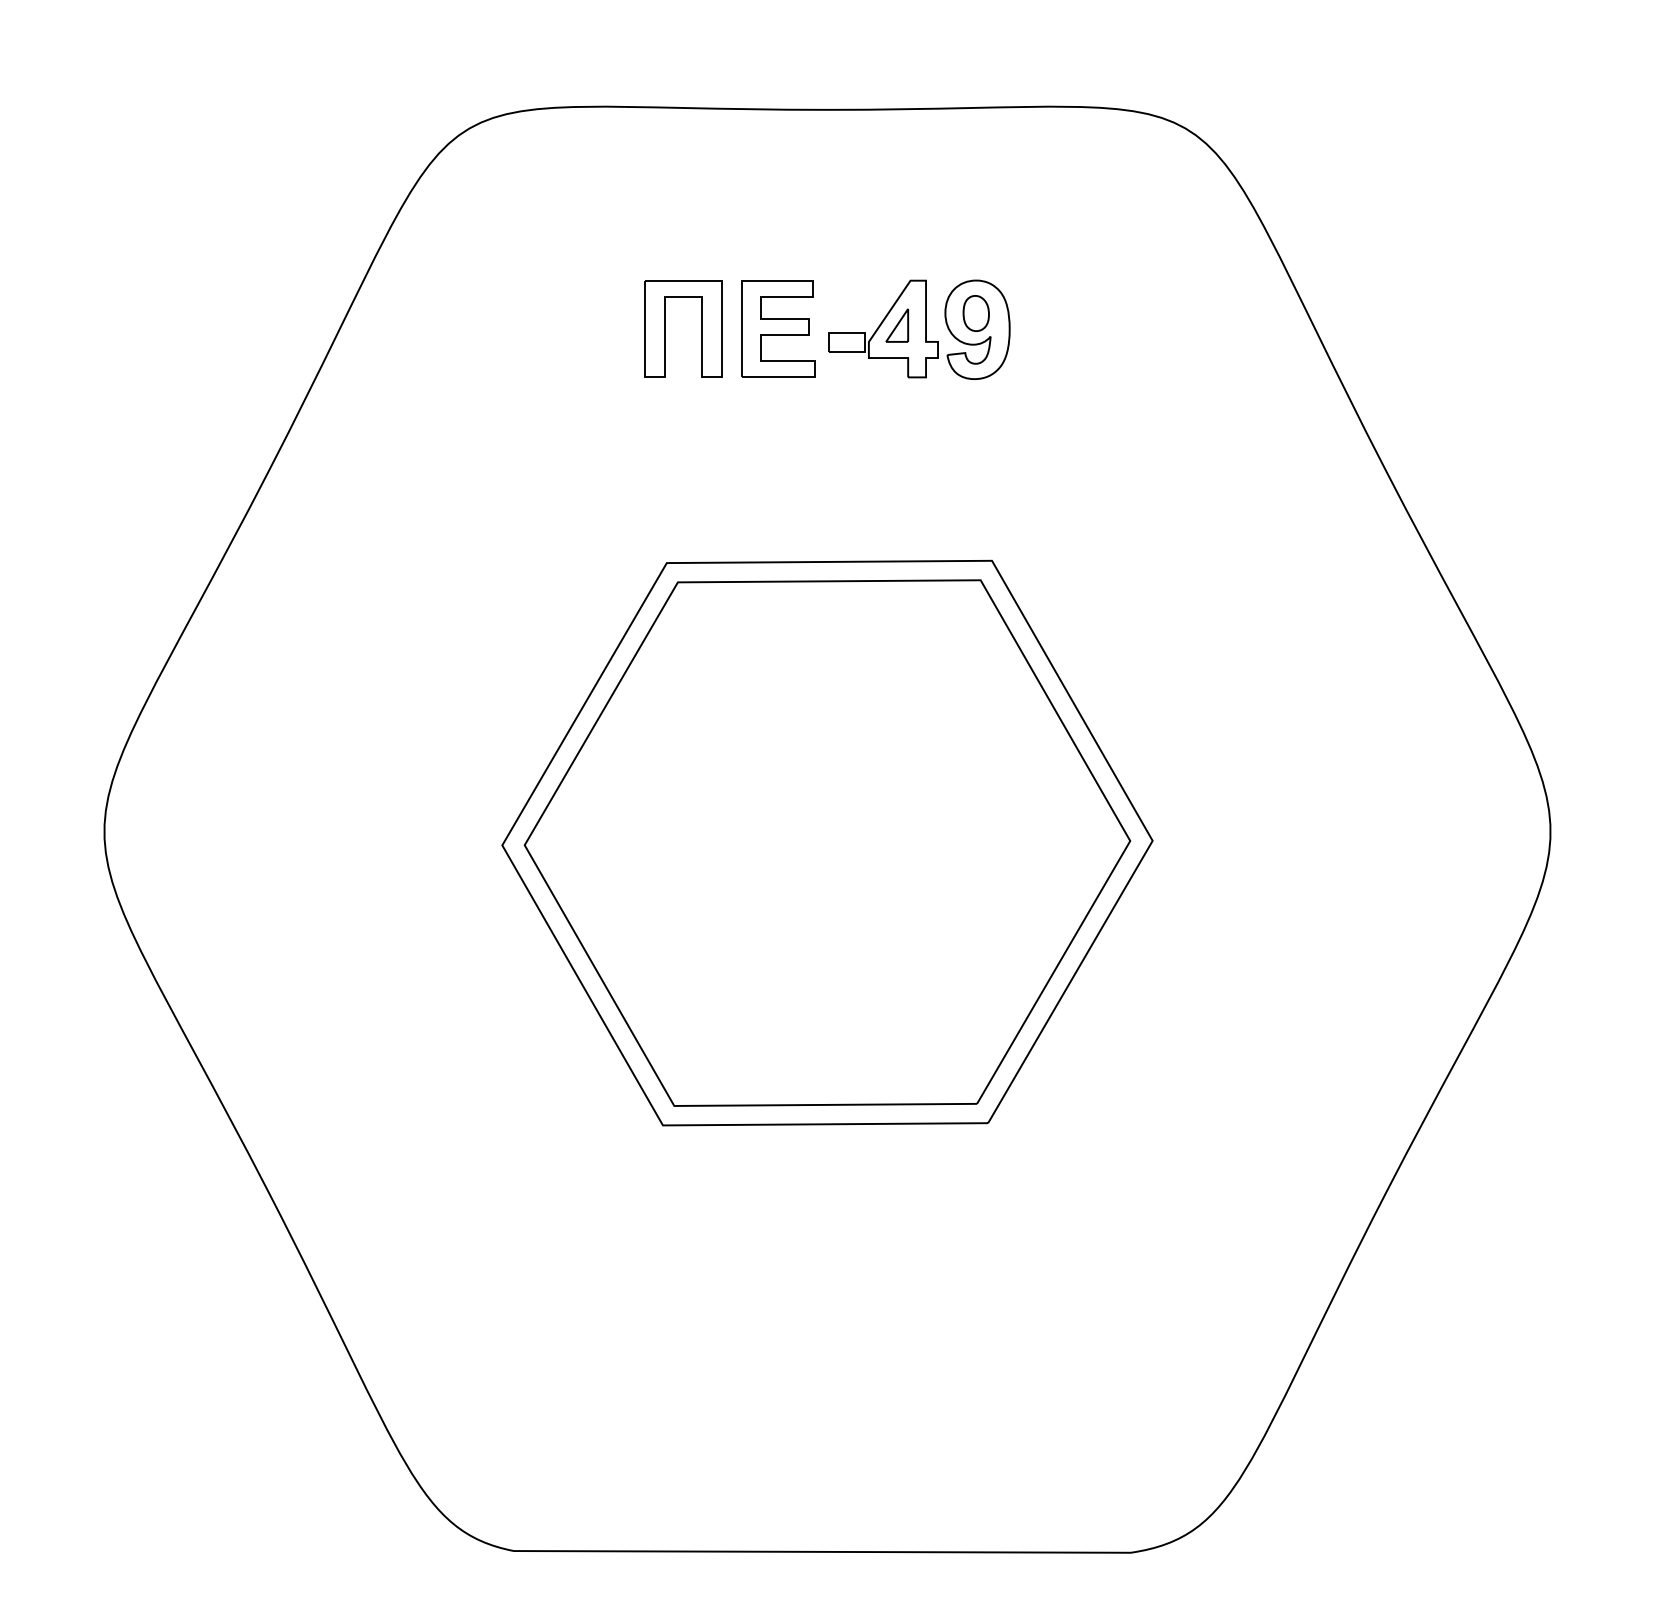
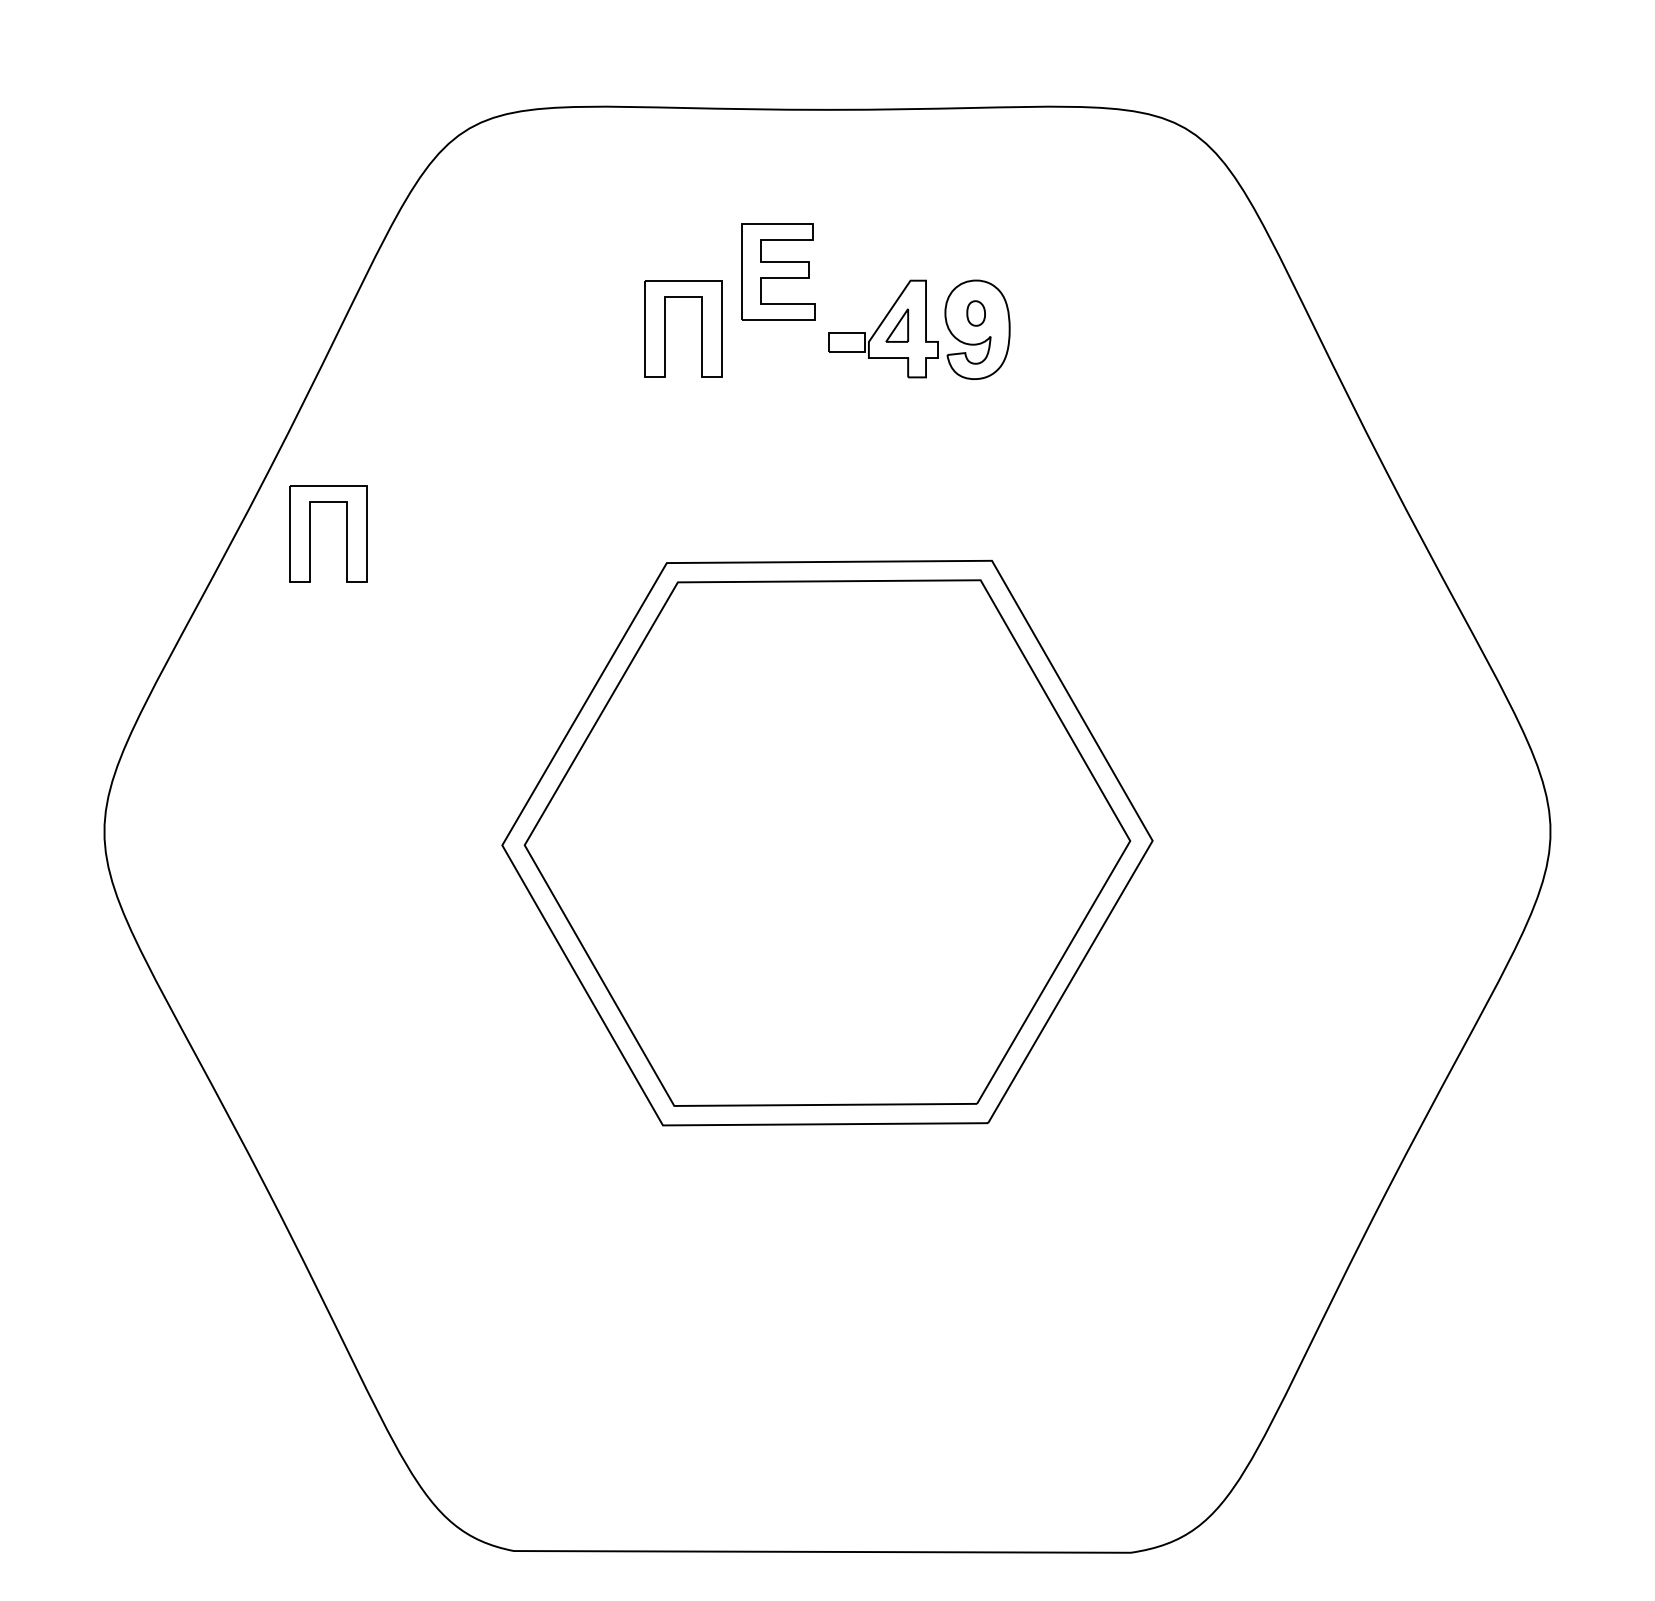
part at (975, 313) size: 28x37 px -> 20x27 px
part at (778, 328) position: (778, 328) -> (778, 271)
part at (310, 533): none -> present
